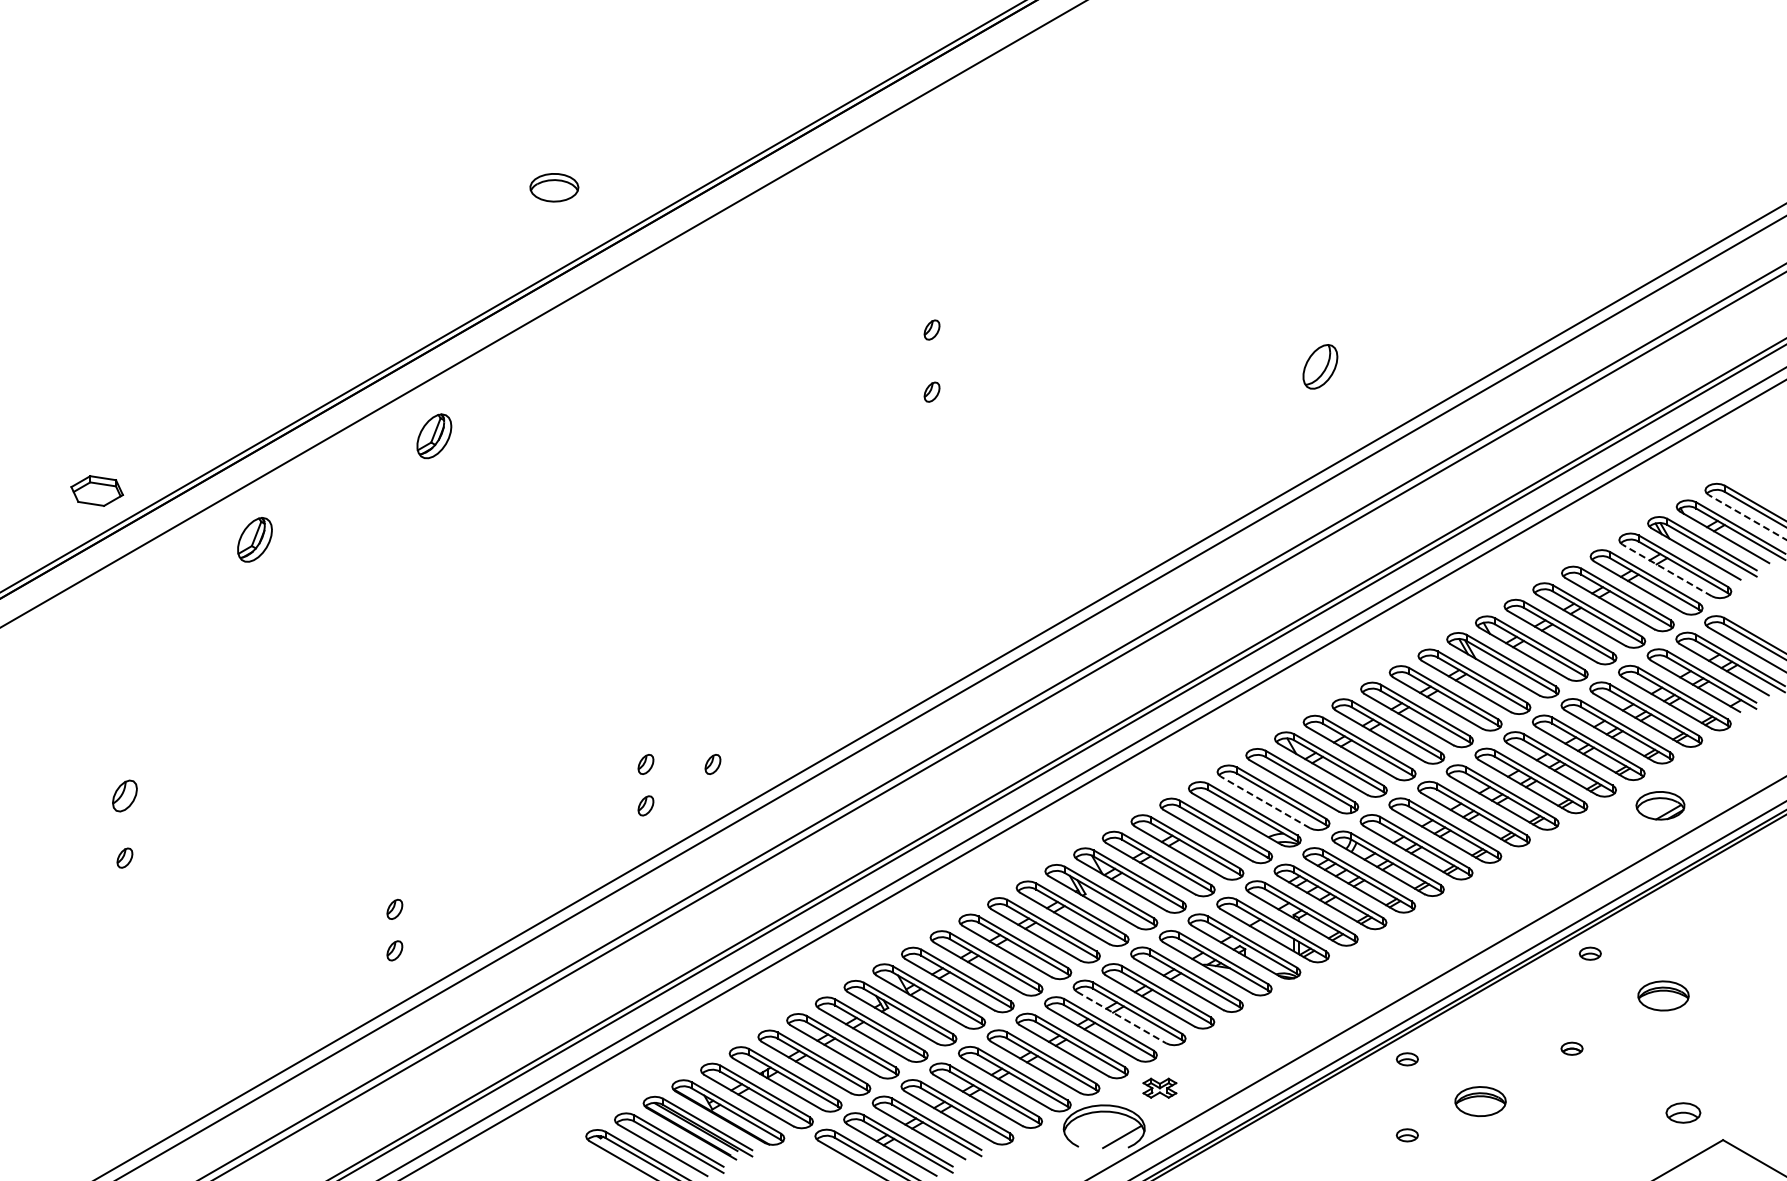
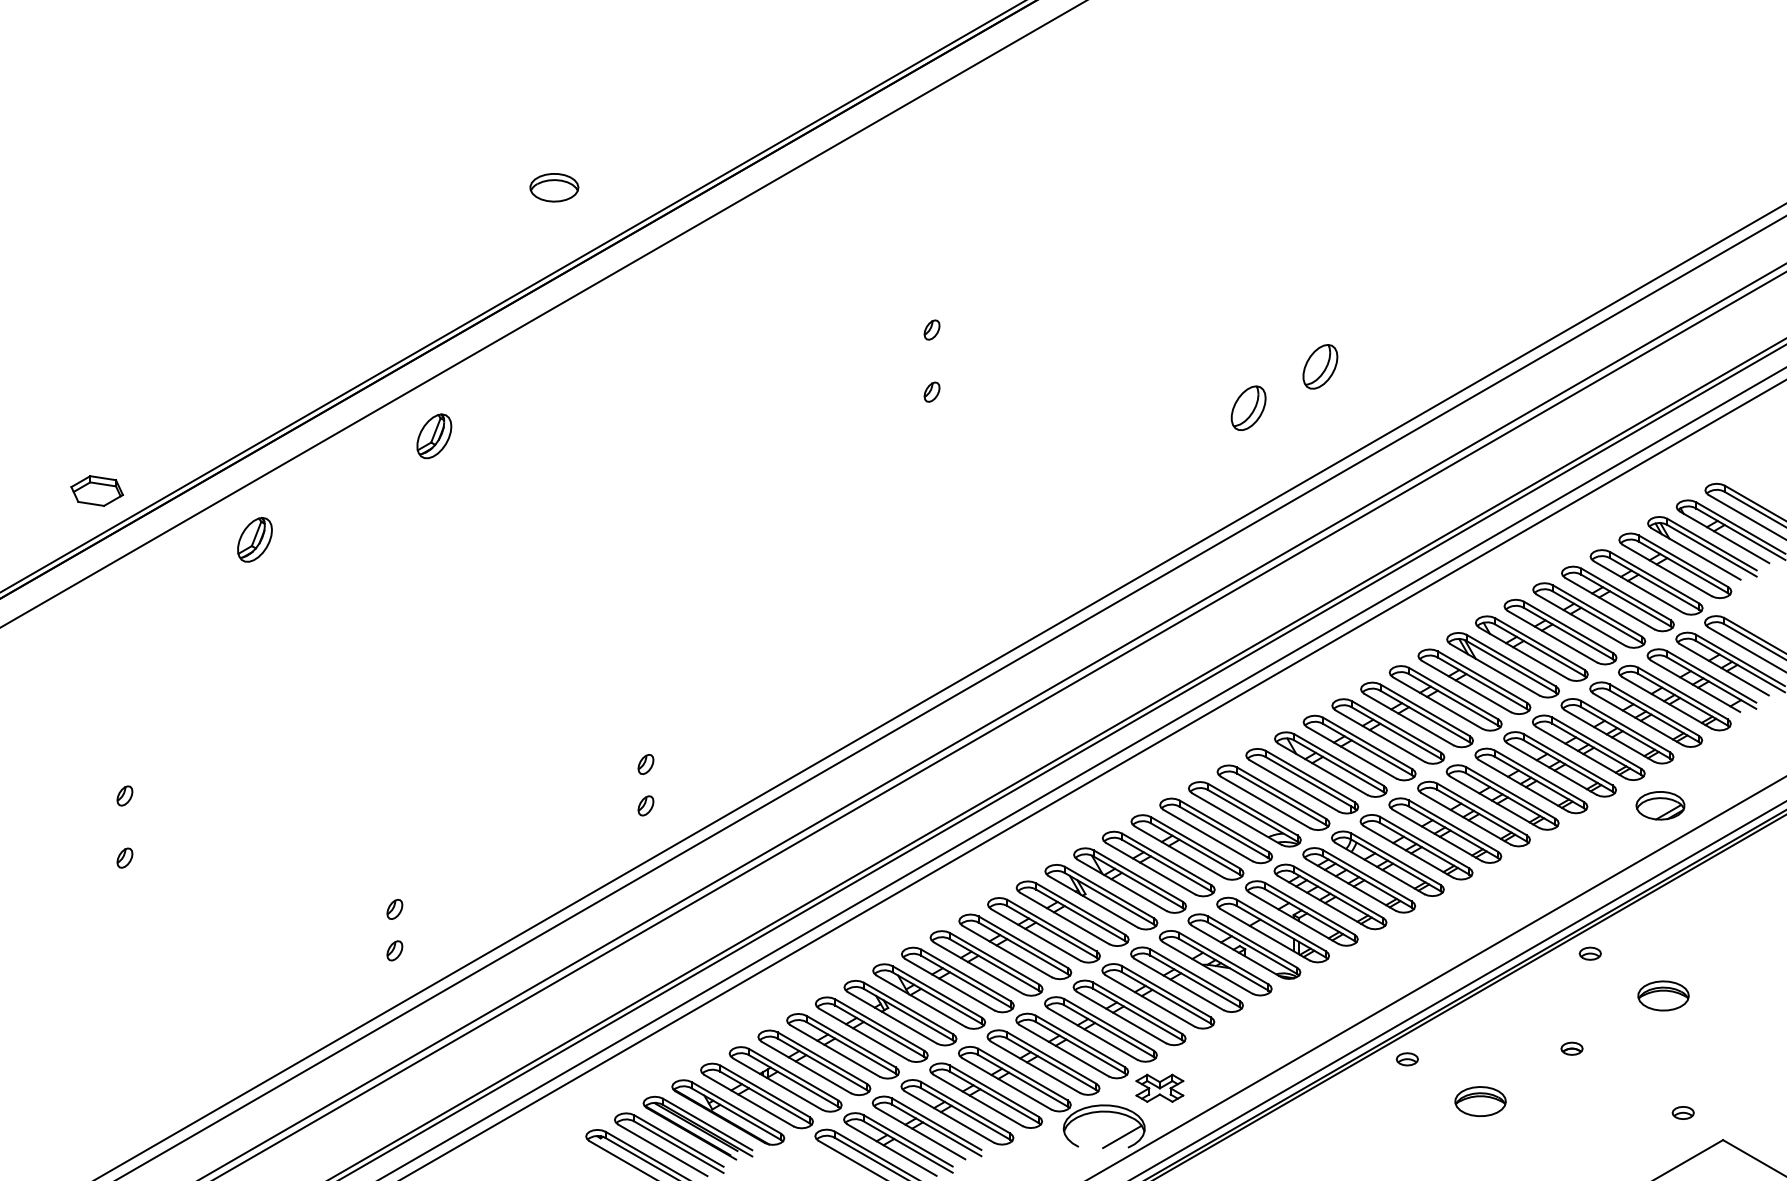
part at (1248, 407): none -> present
line at (1747, 517): dashed -> solid
line at (1667, 570): dashed -> solid
part at (712, 764): present -> none
part at (124, 795) size: 26x34 px -> 18x22 px
line at (1265, 802): dashed -> solid
line at (1121, 1017): dashed -> solid
part at (1159, 1087) size: 36x22 px -> 50x30 px
part at (1683, 1112) size: 37x22 px -> 24x14 px
part at (1406, 1135): present -> none
